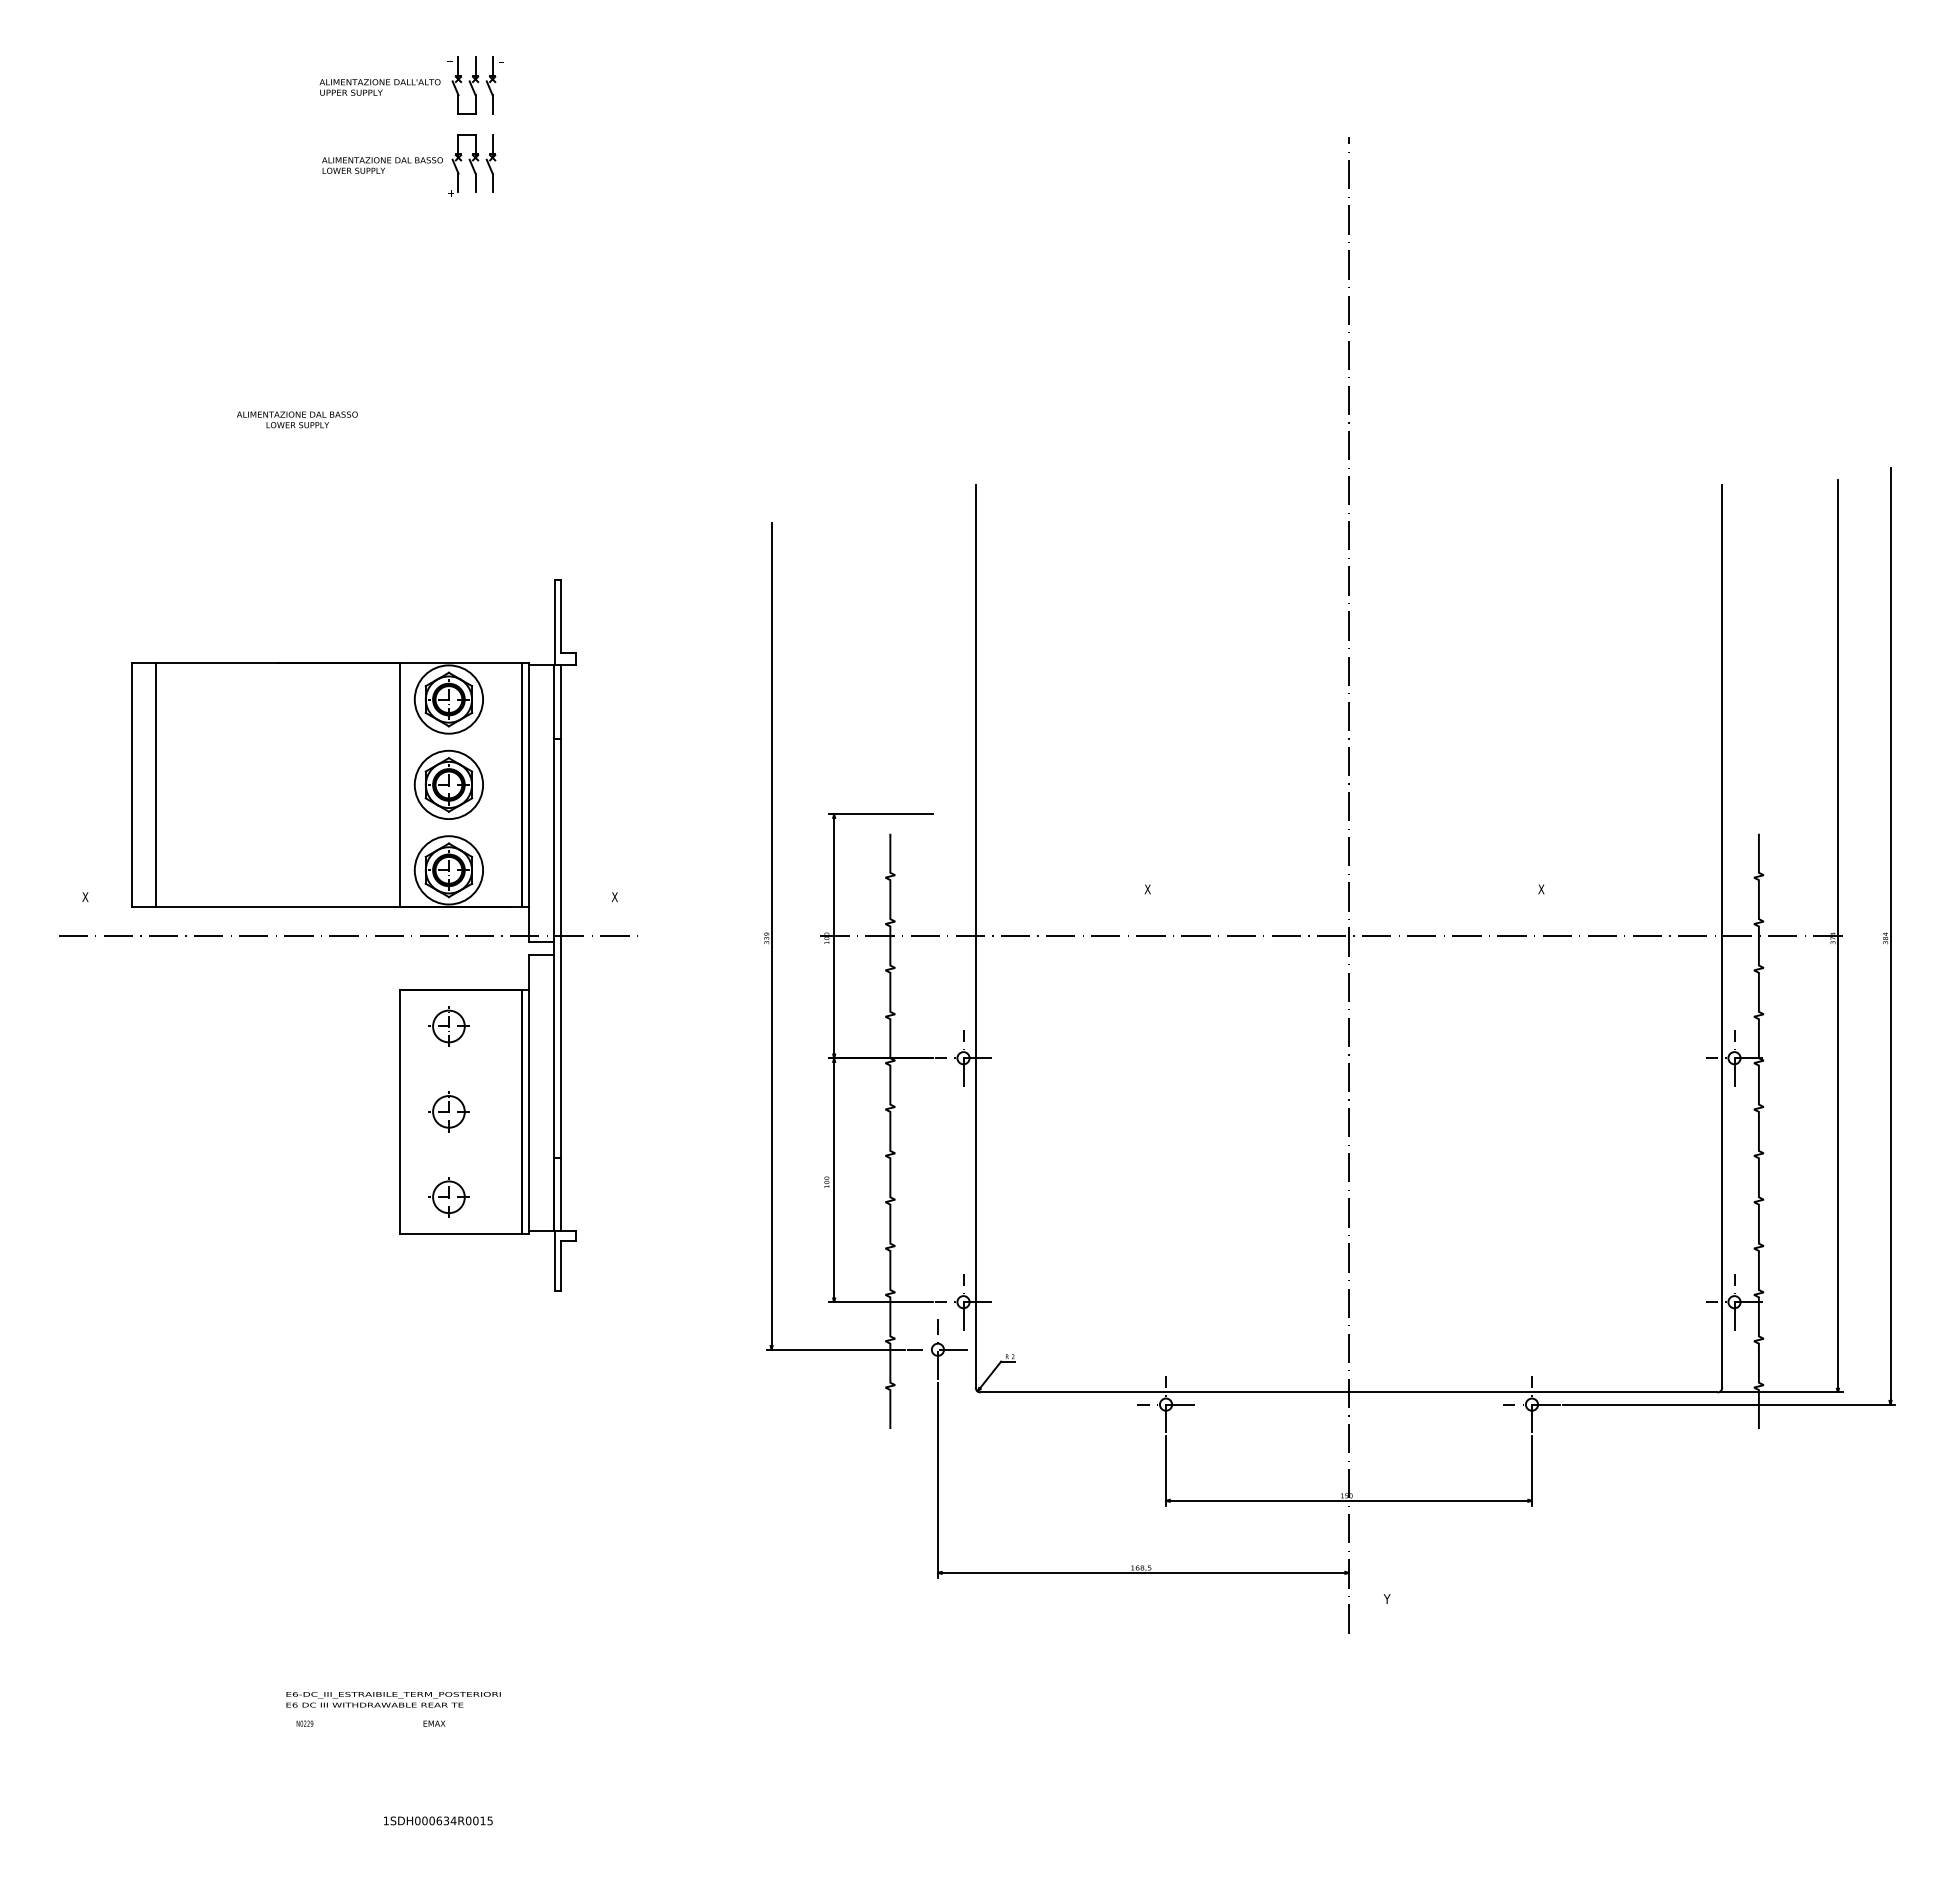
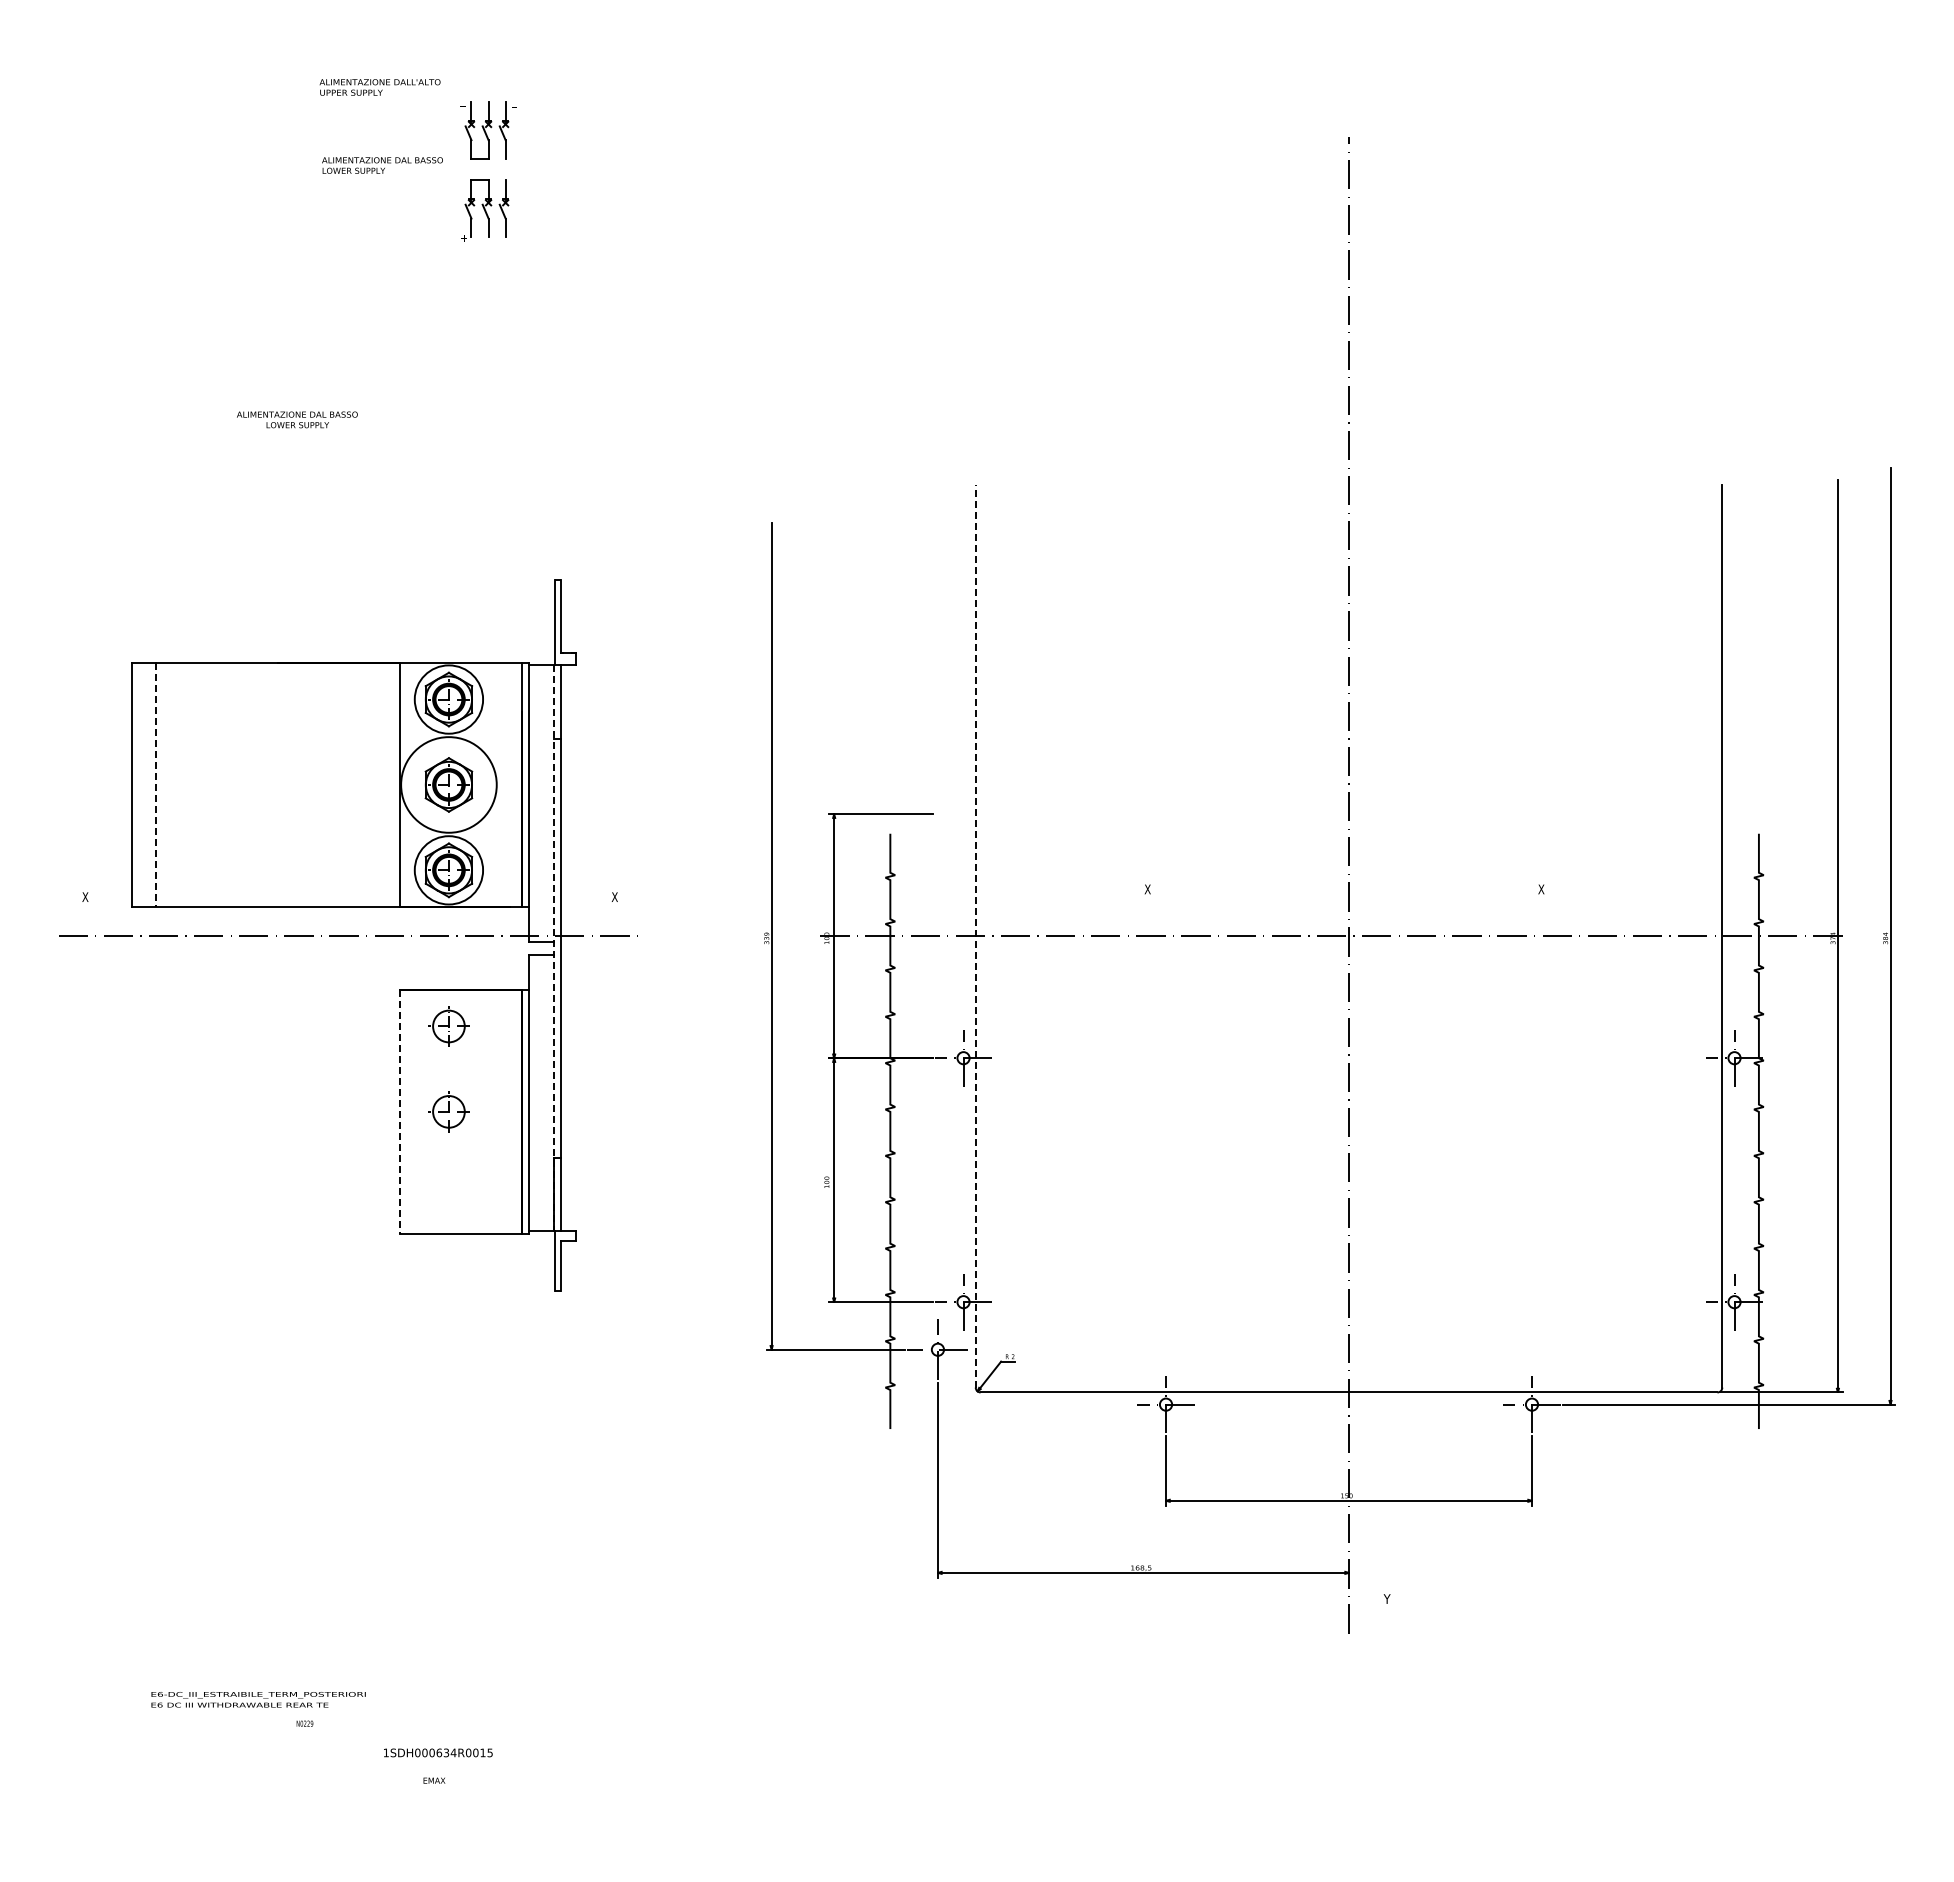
part at (475, 134) position: (475, 134) -> (488, 179)
line at (156, 784): solid -> dashed
circle at (448, 784) diameter: 68 px -> 96 px
line at (975, 935): solid -> dashed
line at (553, 948): solid -> dashed
line at (400, 1111): solid -> dashed
part at (448, 1197): present -> none
text at (393, 1699) position: (393, 1699) -> (258, 1699)
text at (434, 1723) position: (434, 1723) -> (434, 1780)
text at (438, 1820) position: (438, 1820) -> (438, 1752)
